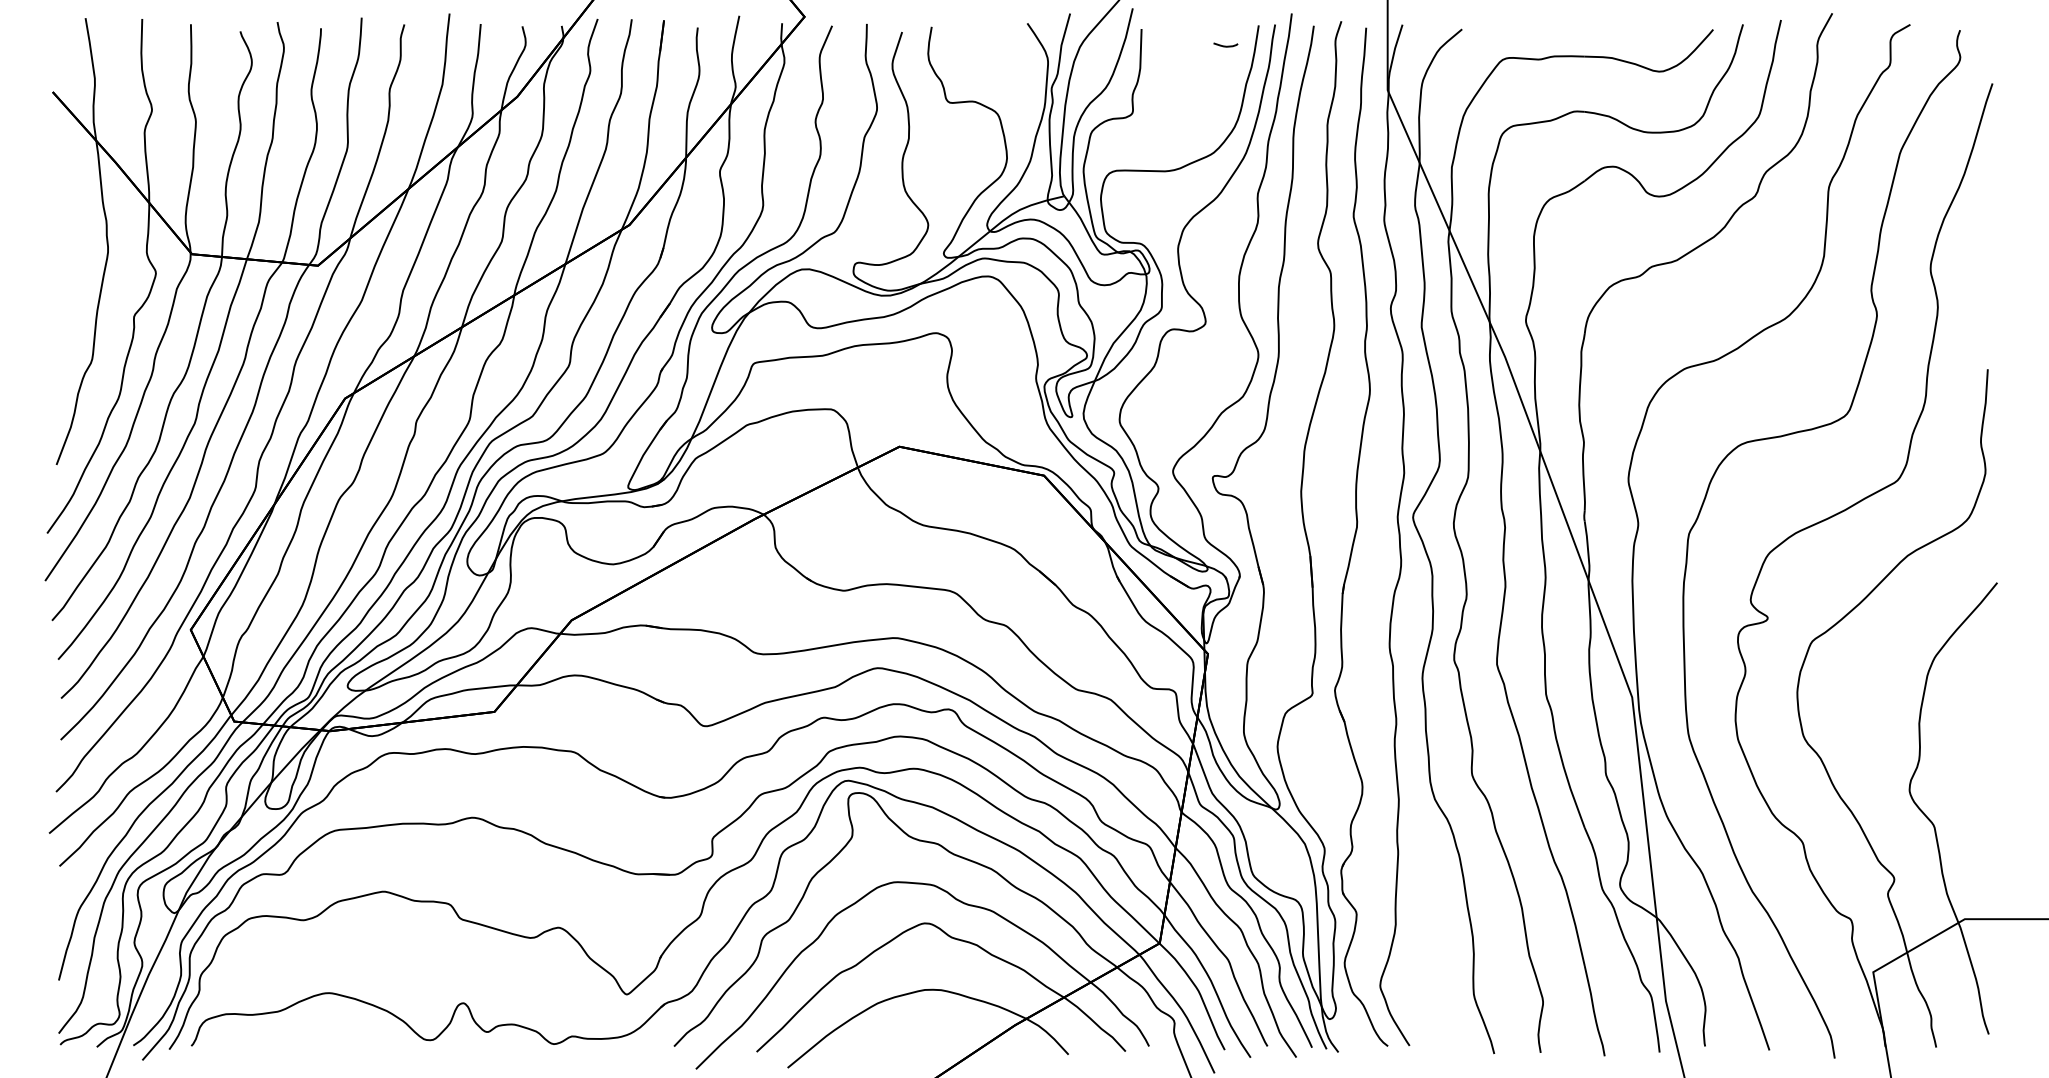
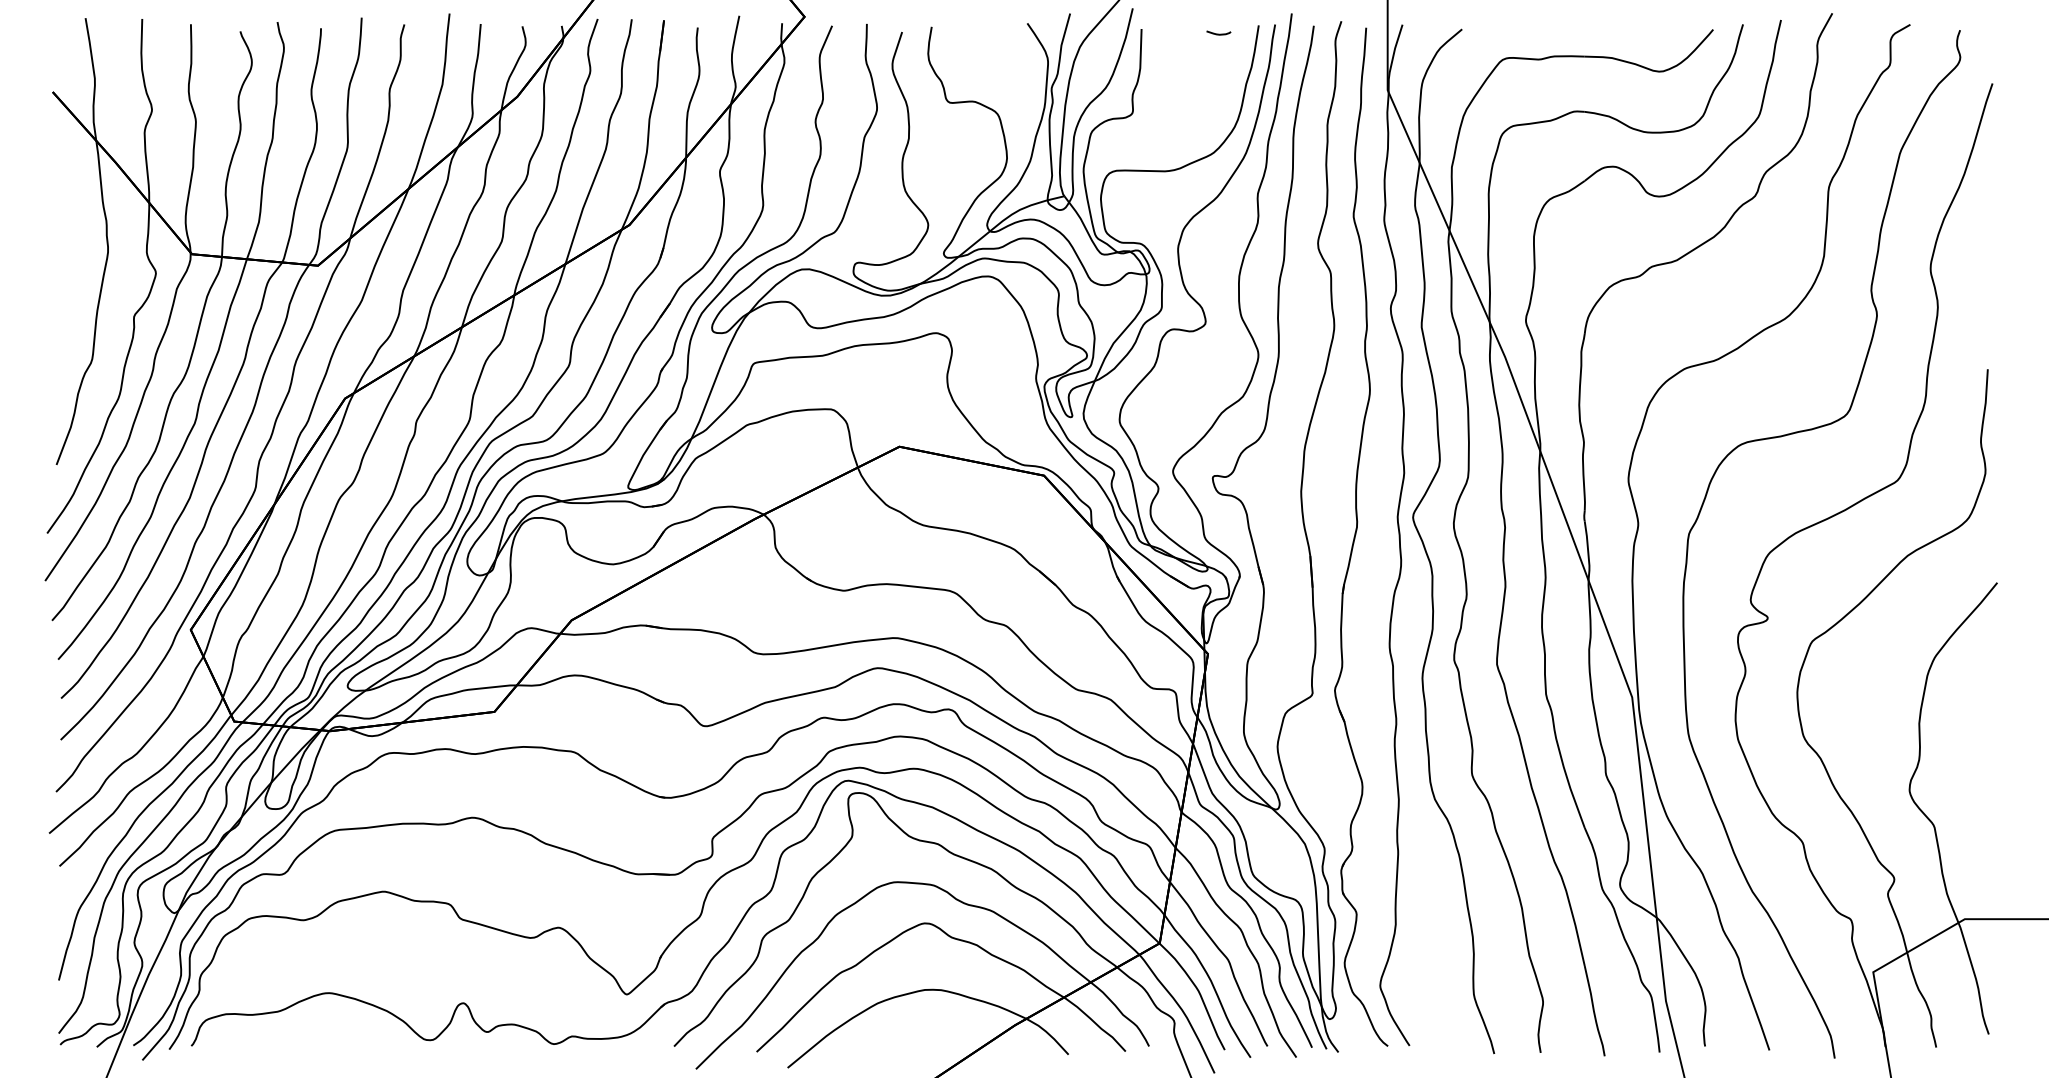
curve at (1225, 45) position: (1225, 45) -> (1218, 33)
